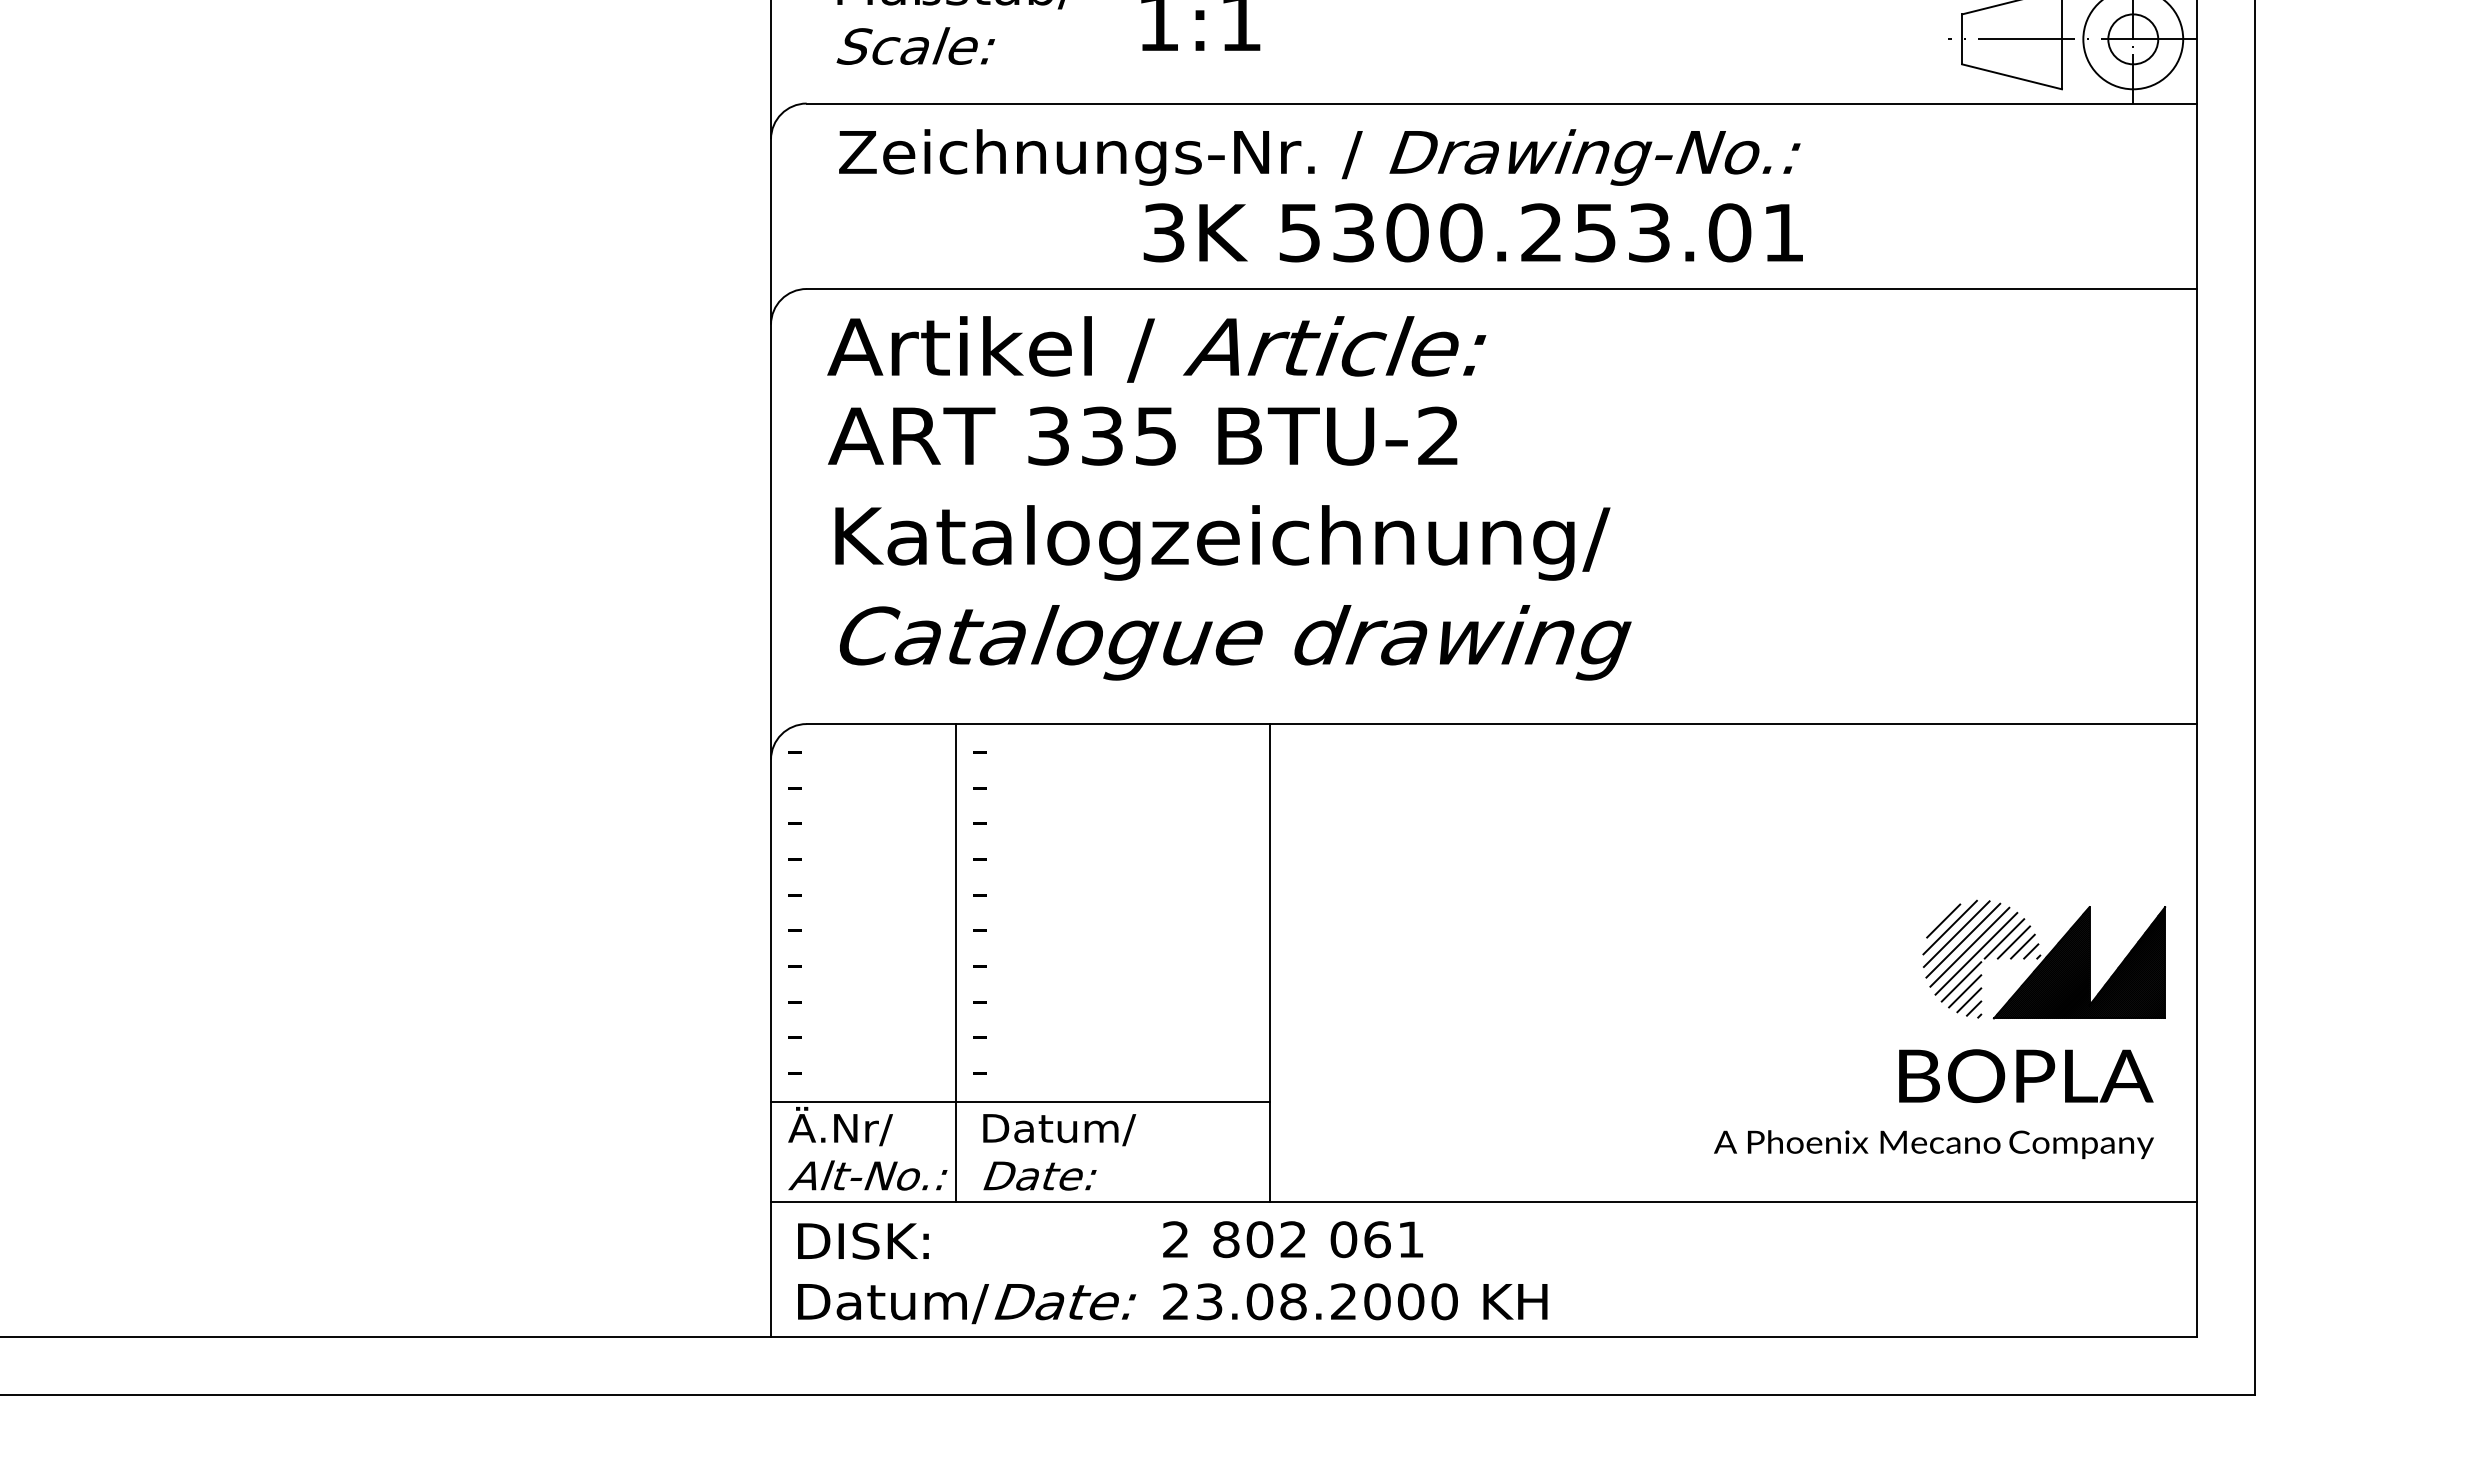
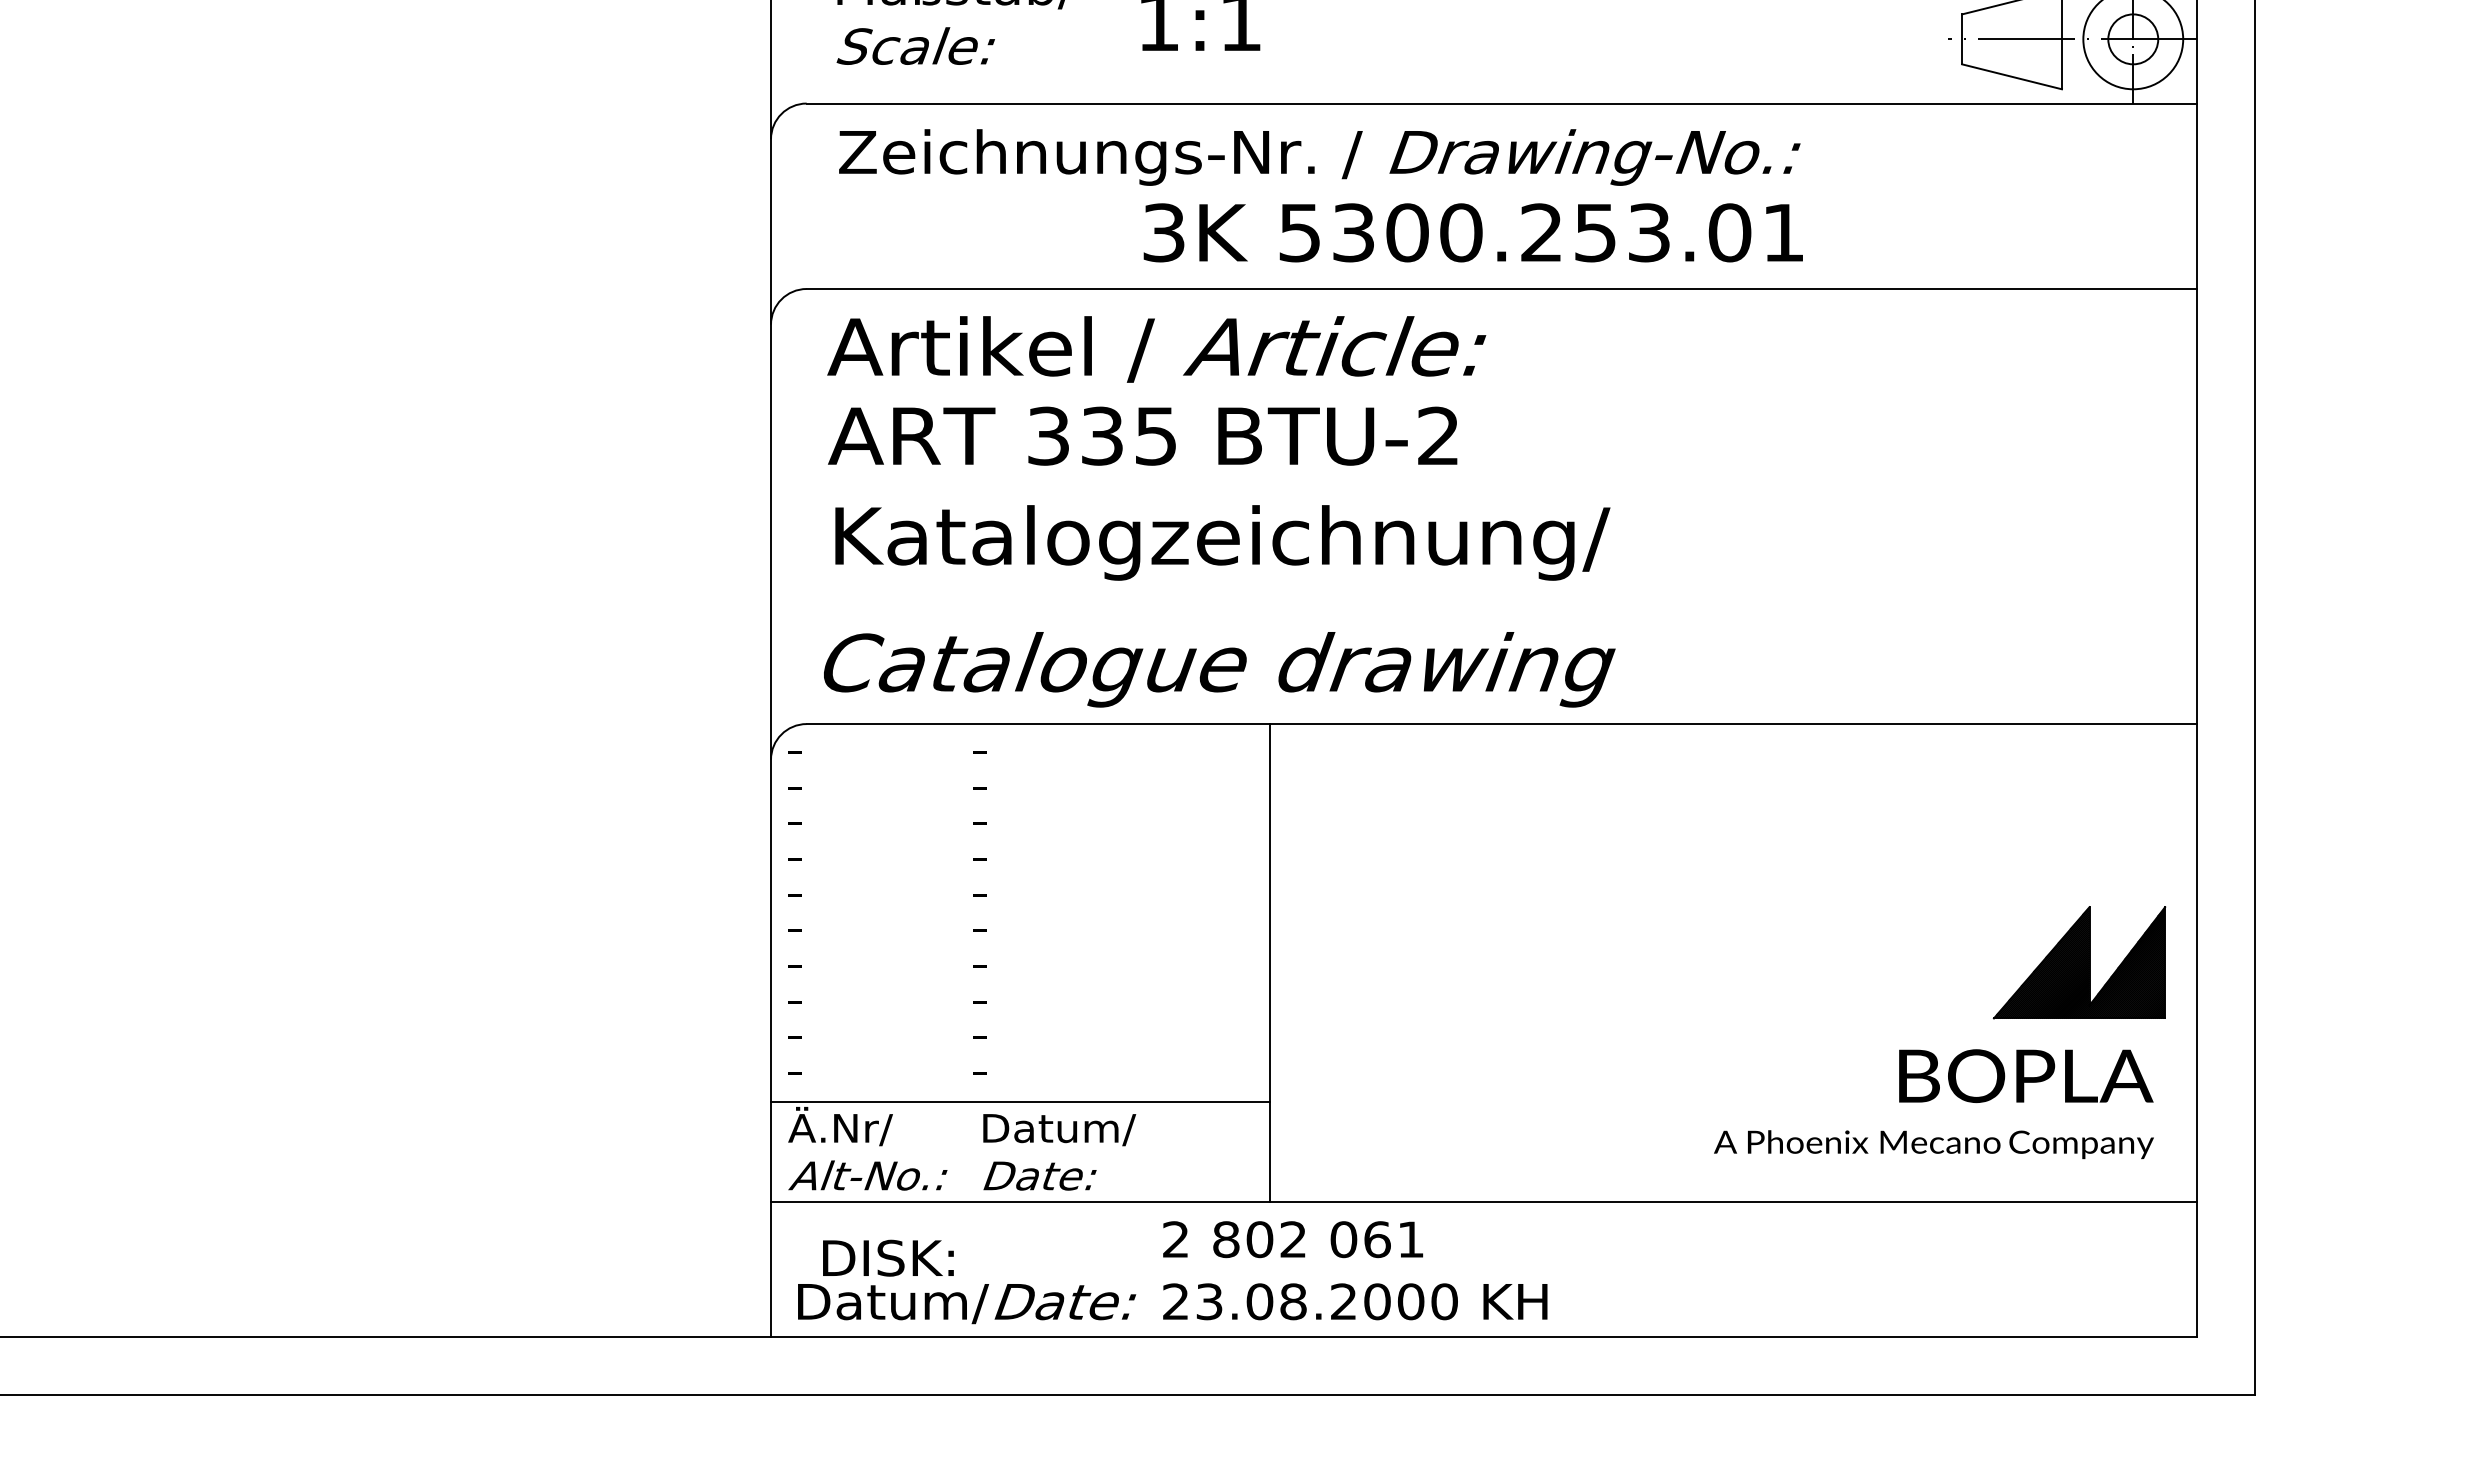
text at (1235, 642) position: (1235, 642) -> (1219, 669)
hatch at (1981, 959): present -> none
line at (956, 962): present -> none
text at (863, 1240) position: (863, 1240) -> (888, 1257)
